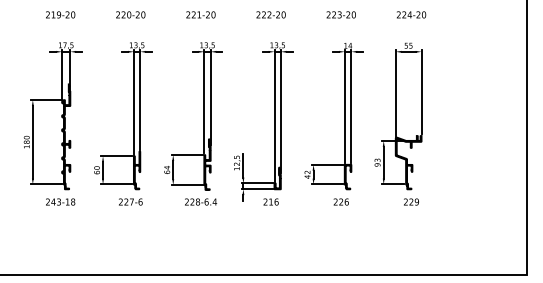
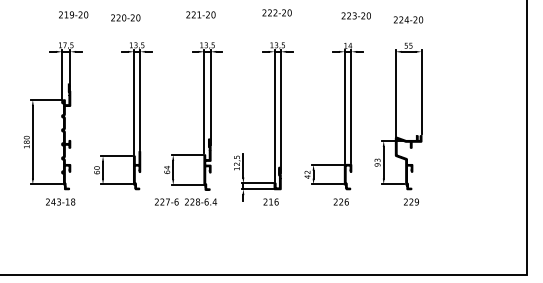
text at (60, 14) position: (60, 14) -> (73, 14)
text at (130, 14) position: (130, 14) -> (125, 17)
text at (270, 14) position: (270, 14) -> (276, 12)
text at (340, 14) position: (340, 14) -> (355, 15)
text at (411, 14) position: (411, 14) -> (408, 19)
text at (130, 201) position: (130, 201) -> (166, 201)
